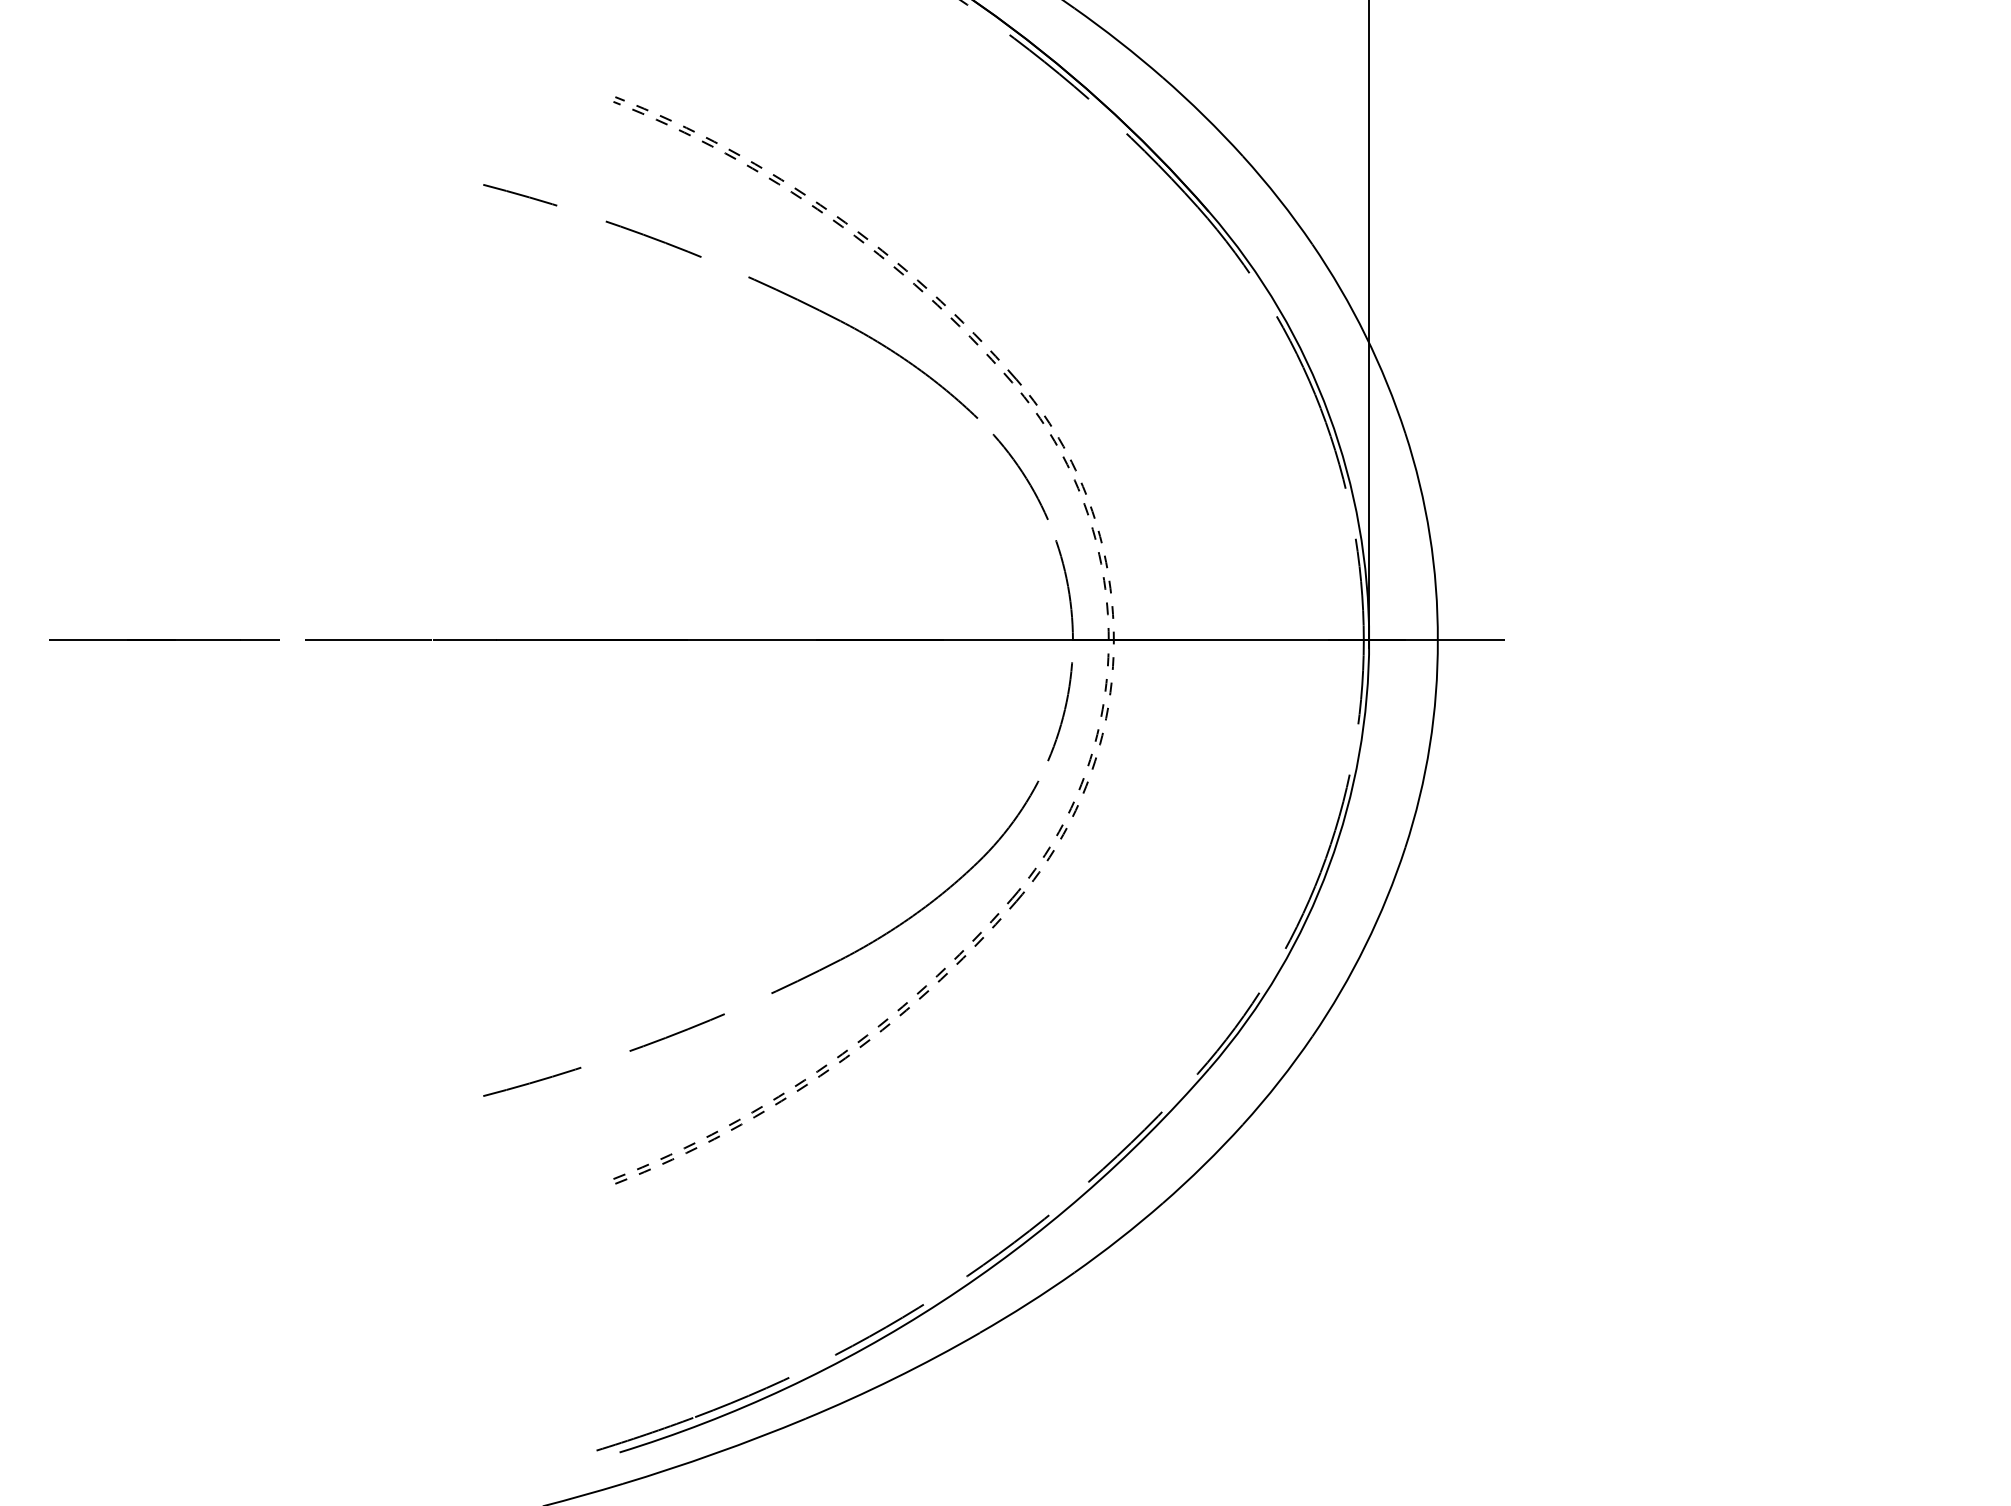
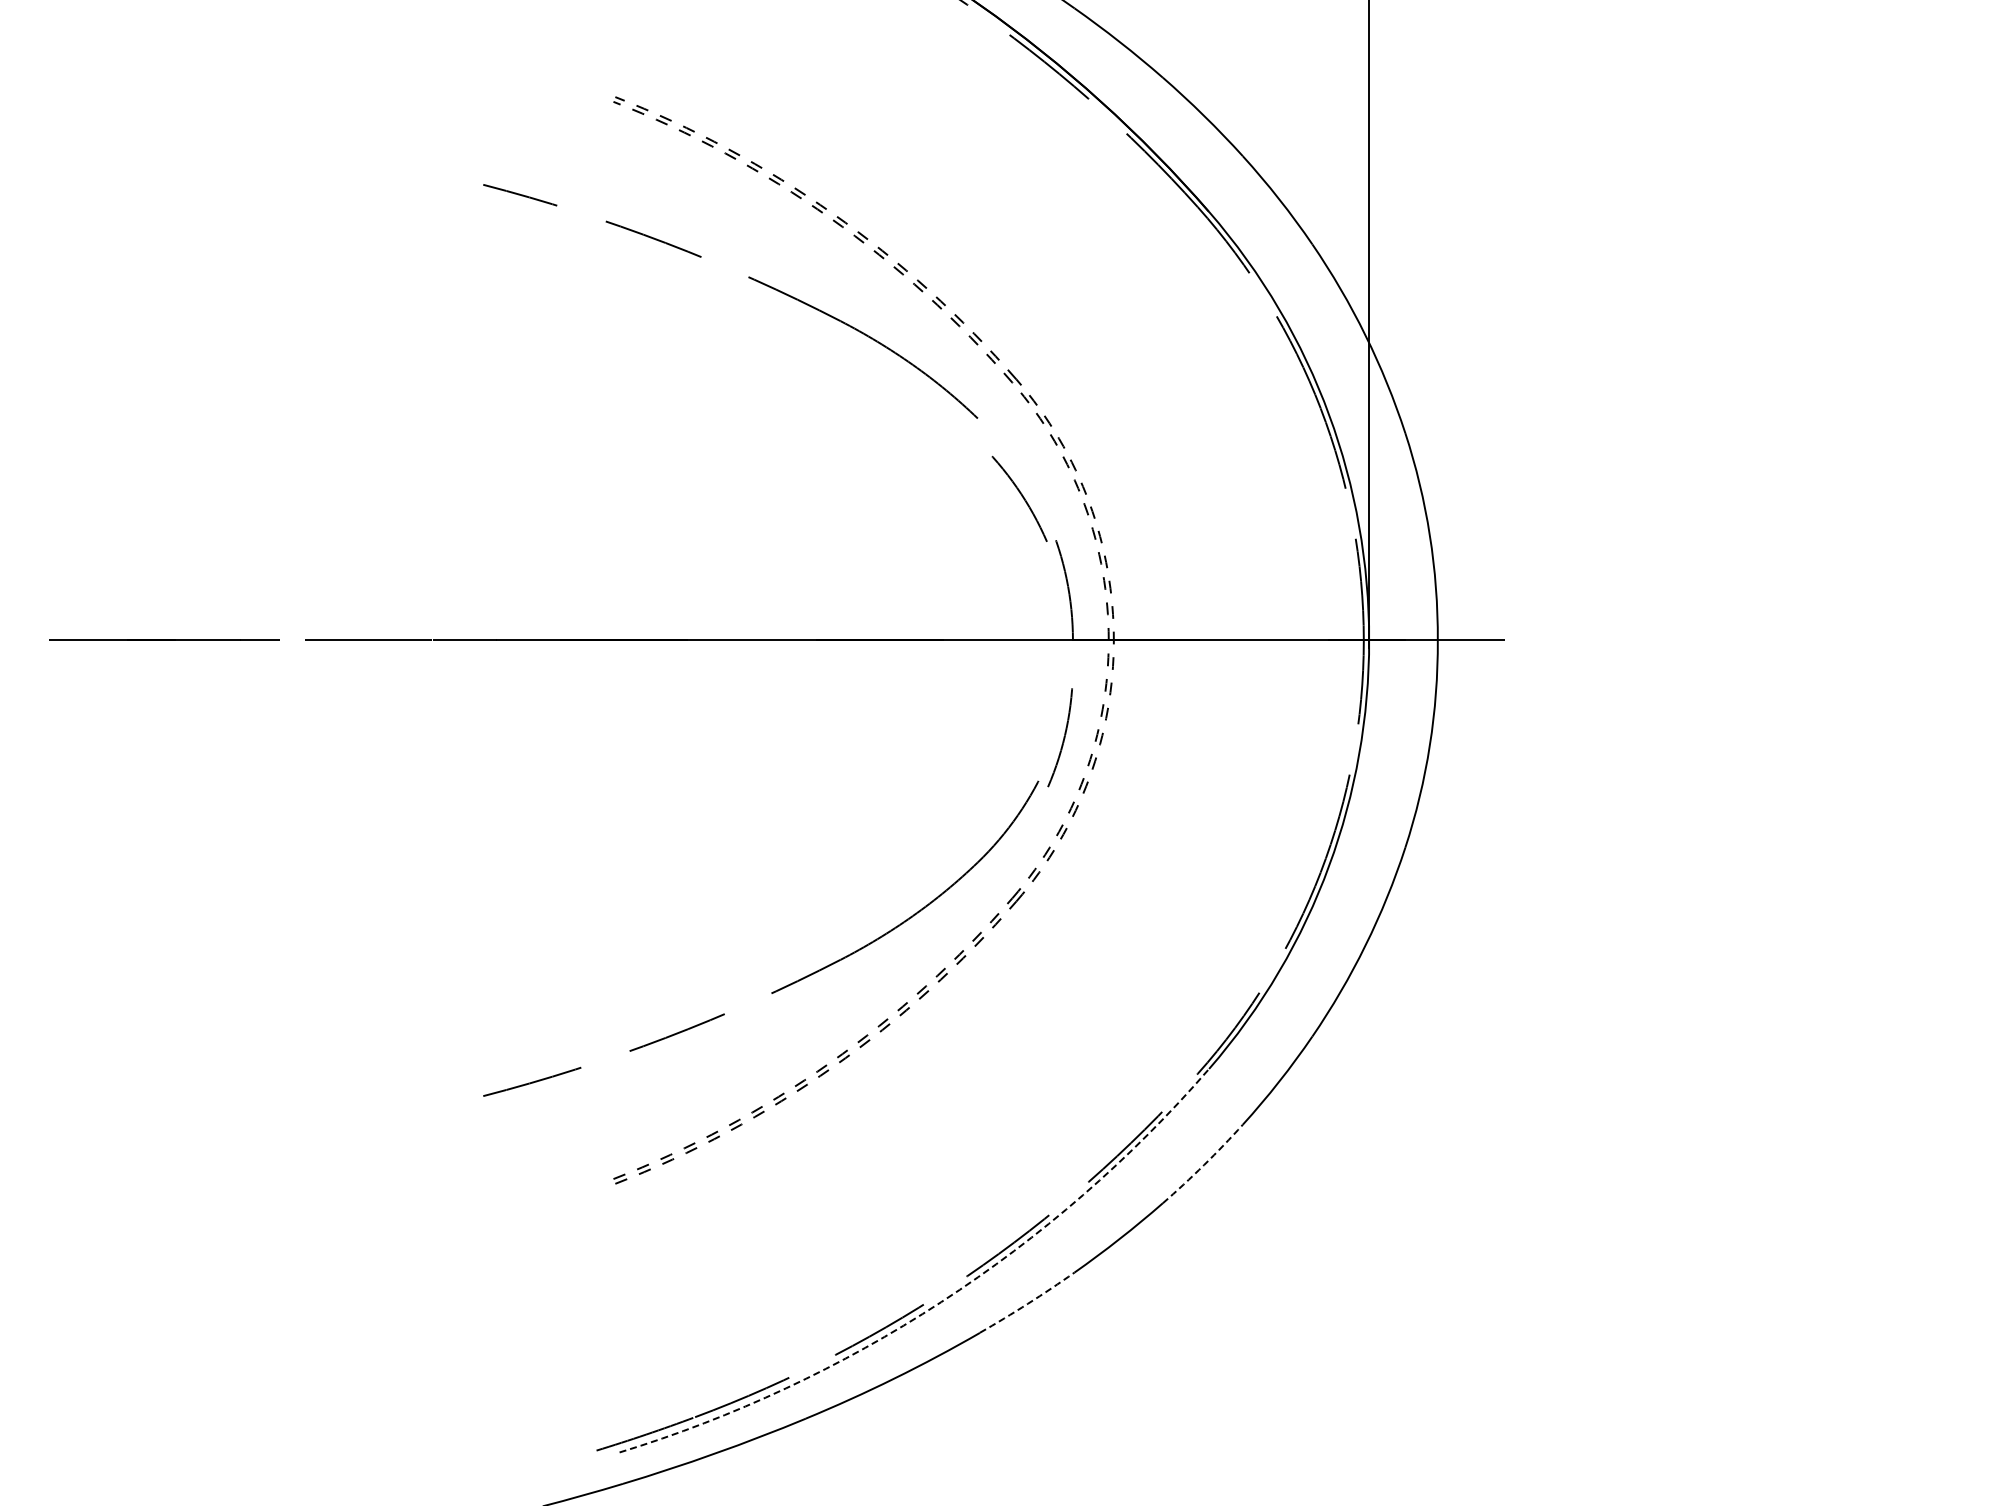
arc at (1022, 474) position: (1022, 474) -> (1021, 496)
arc at (1063, 711) position: (1063, 711) -> (1063, 737)
arc at (1204, 1165): solid -> dashed
arc at (941, 1302): solid -> dashed
arc at (1027, 1303): solid -> dashed
